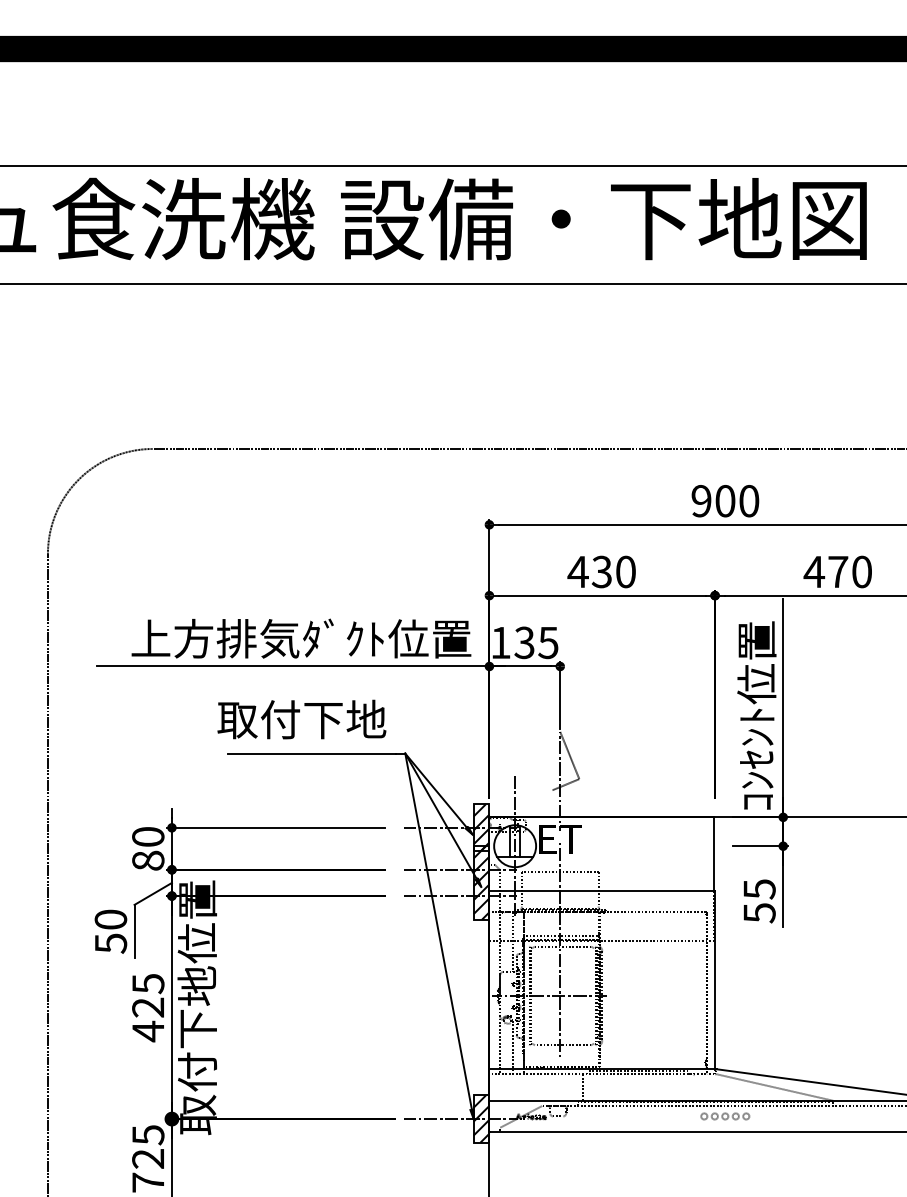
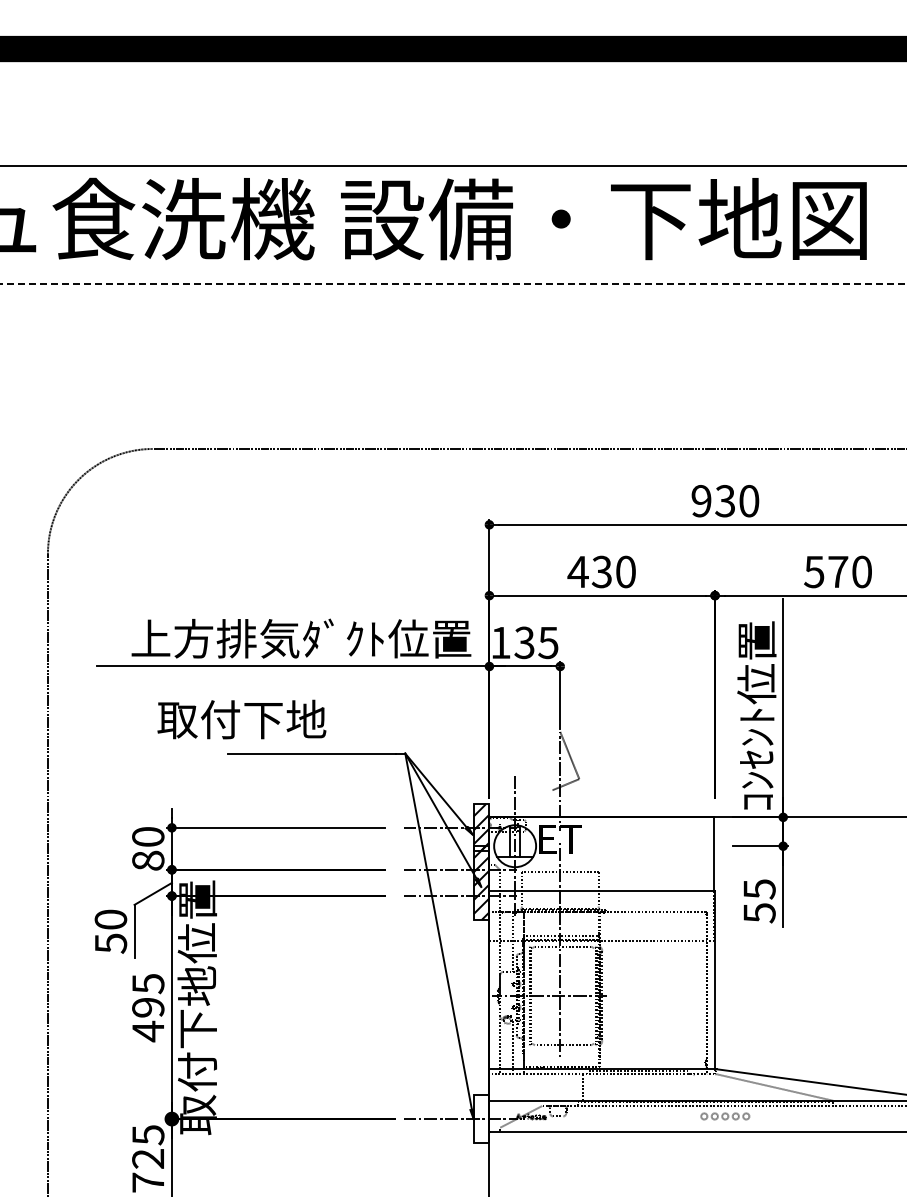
line at (454, 284): solid -> dashed
text at (725, 501): 900 -> 930
text at (814, 572): 470 -> 570
text at (301, 719) position: (301, 719) -> (241, 719)
text at (148, 1007): 425 -> 495
hatch at (481, 1118): present -> none
